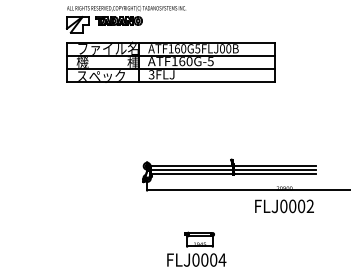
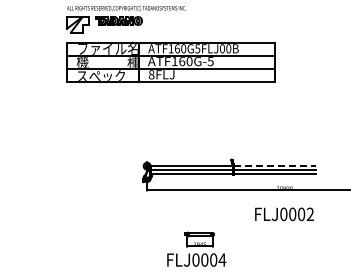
text at (151, 74): 3FLJ -> 8FLJ
line at (275, 165): solid -> dashed
text at (284, 206) position: (284, 206) -> (284, 214)
